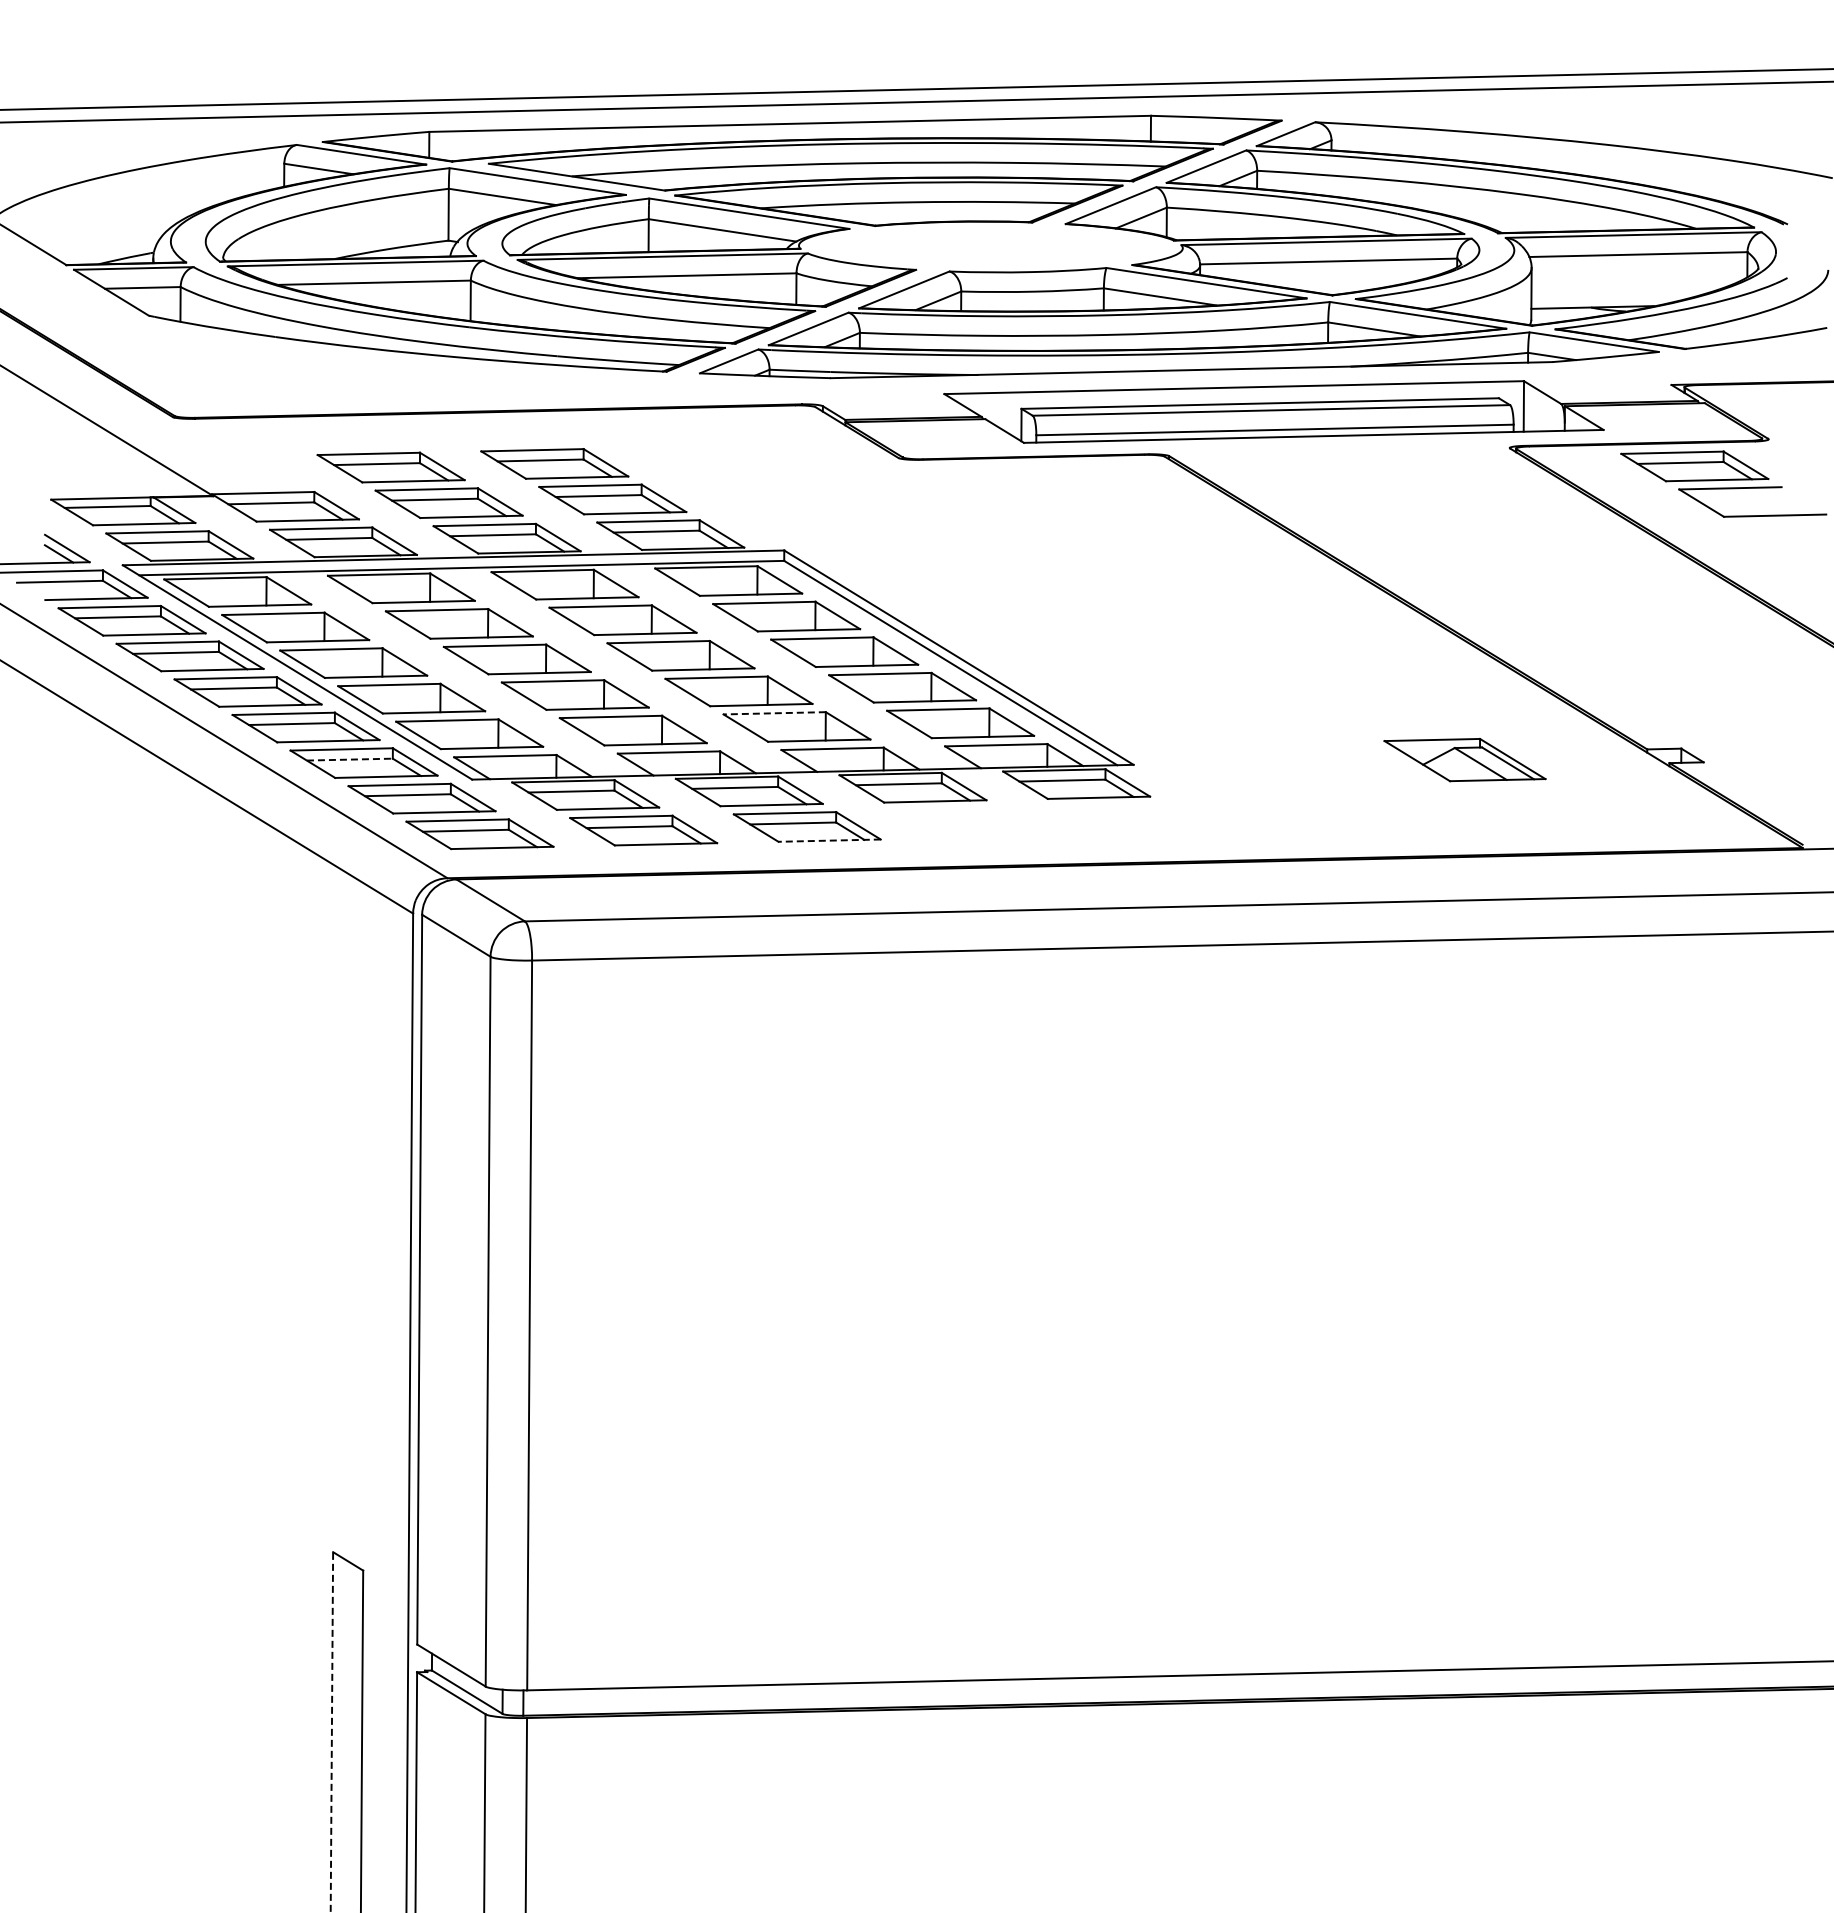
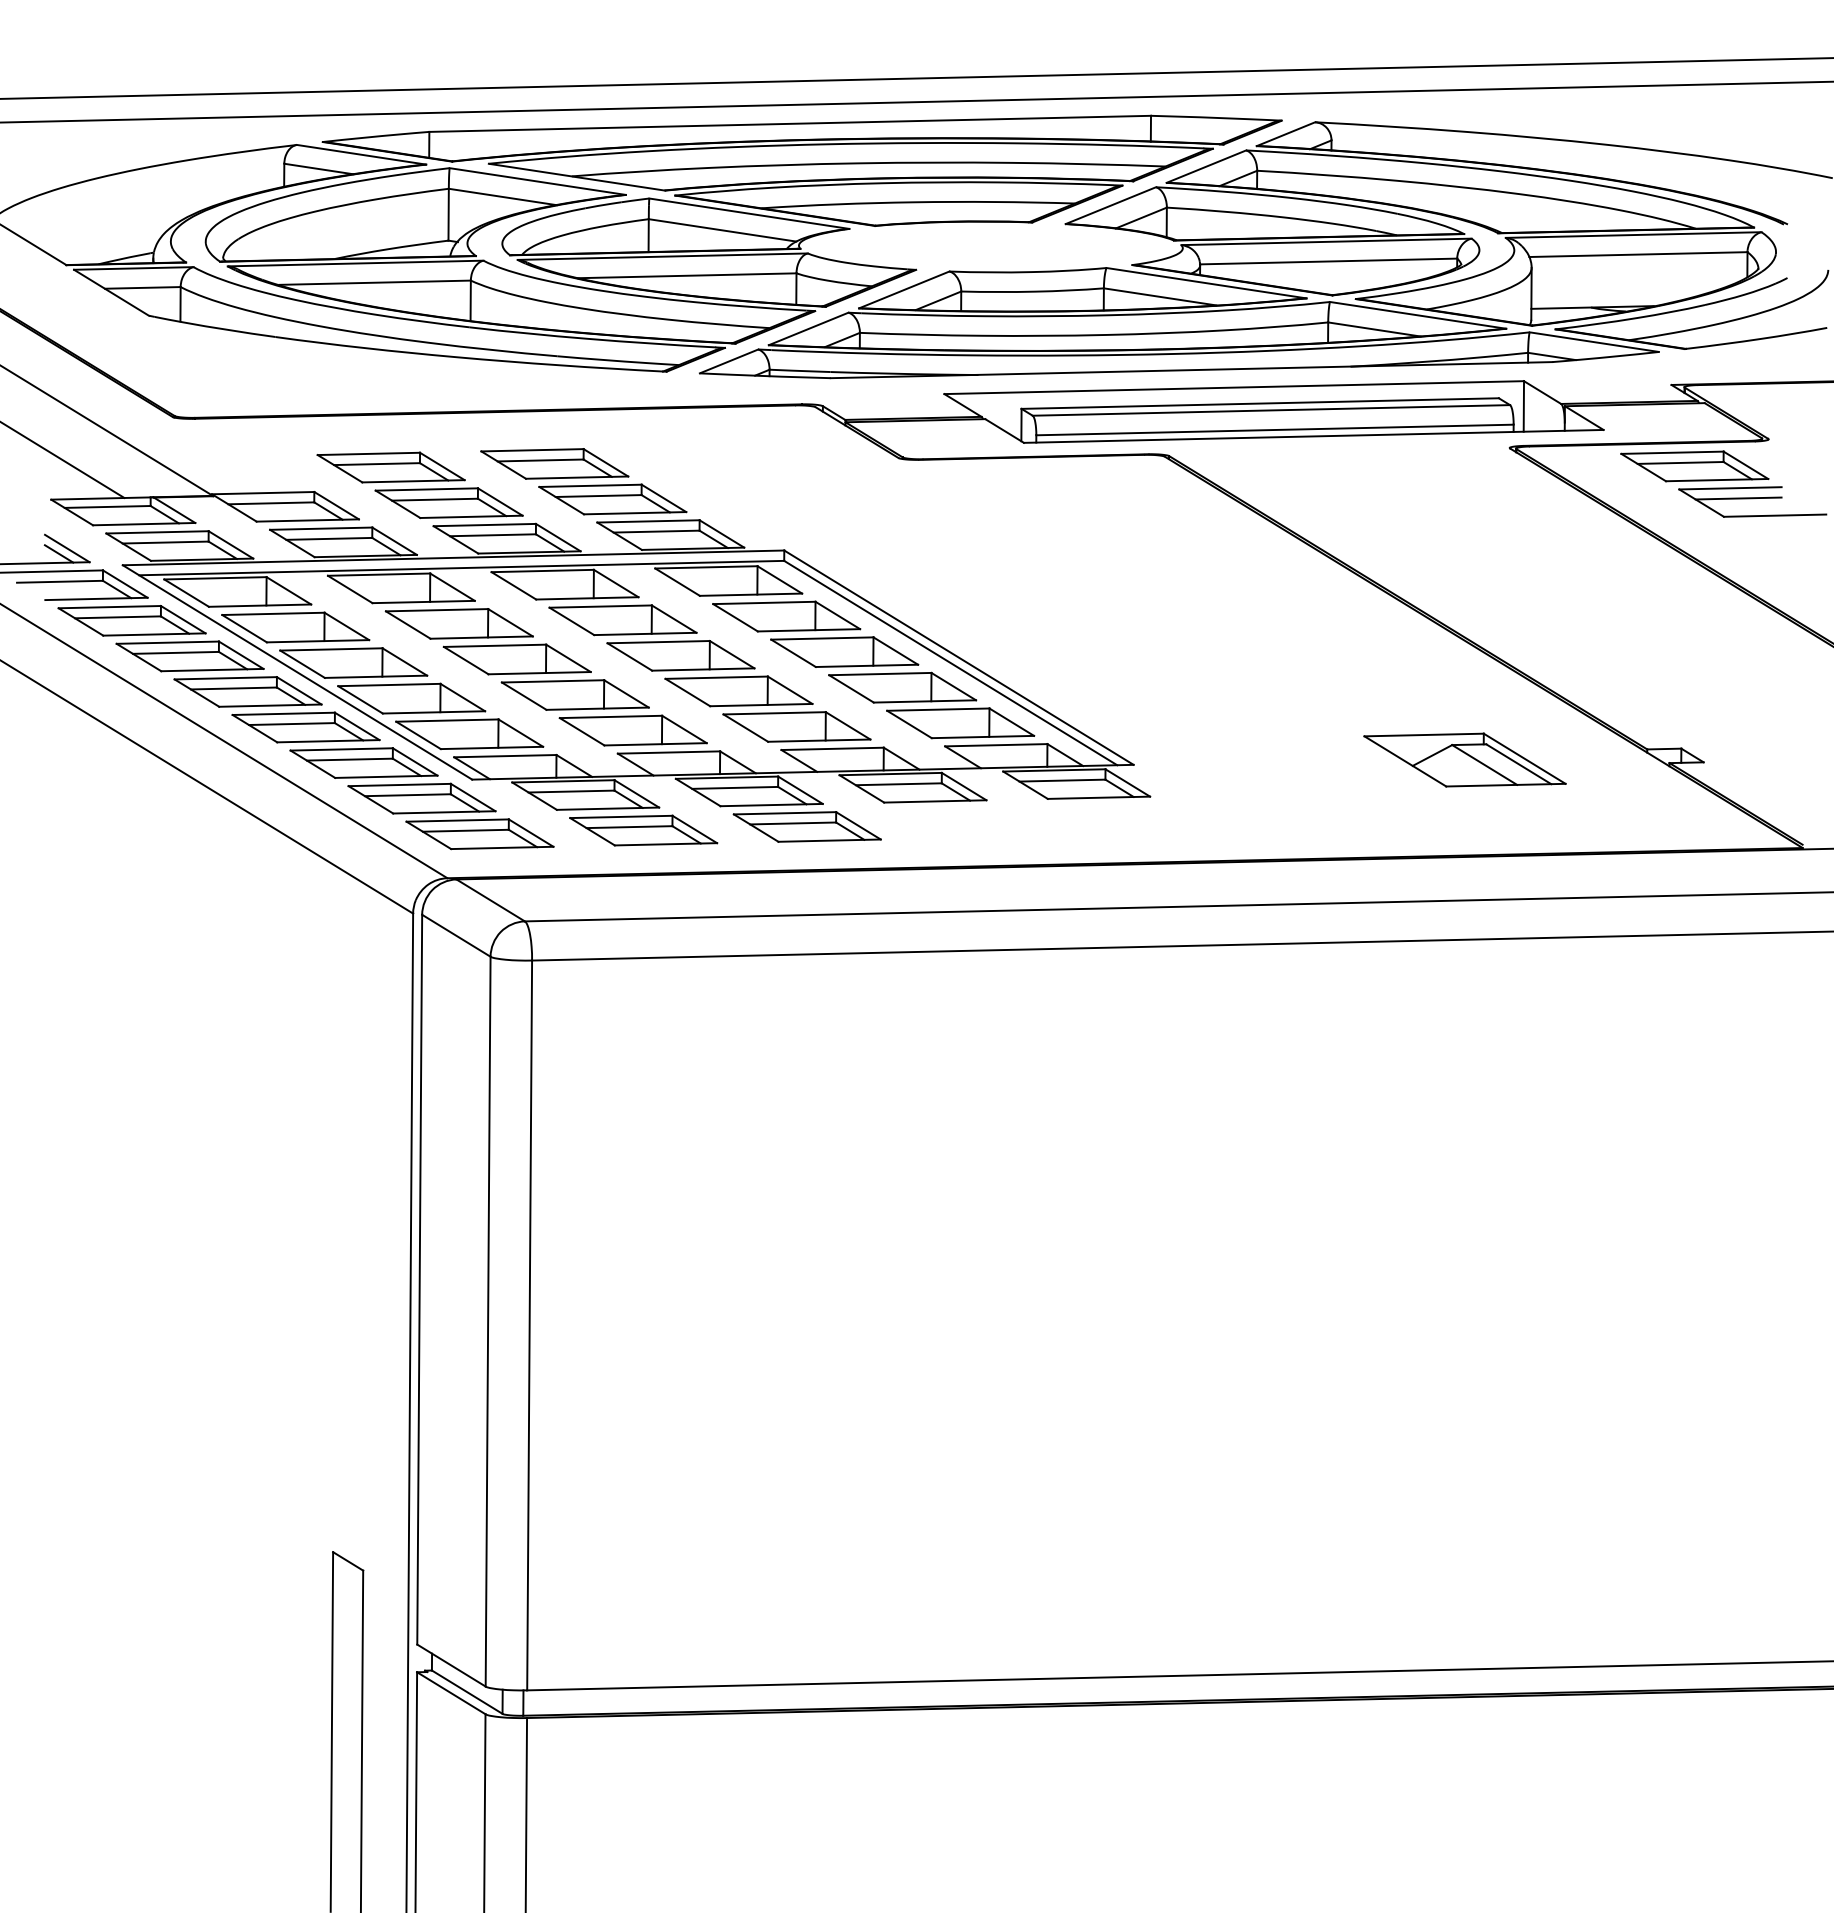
line at (916, 89) position: (916, 89) -> (916, 78)
line at (63, 460): none -> present
line at (1738, 498): none -> present
line at (774, 713): dashed -> solid
line at (349, 759): dashed -> solid
part at (1464, 759) size: 164x46 px -> 204x56 px
line at (829, 840): dashed -> solid
line at (331, 1732): dashed -> solid
